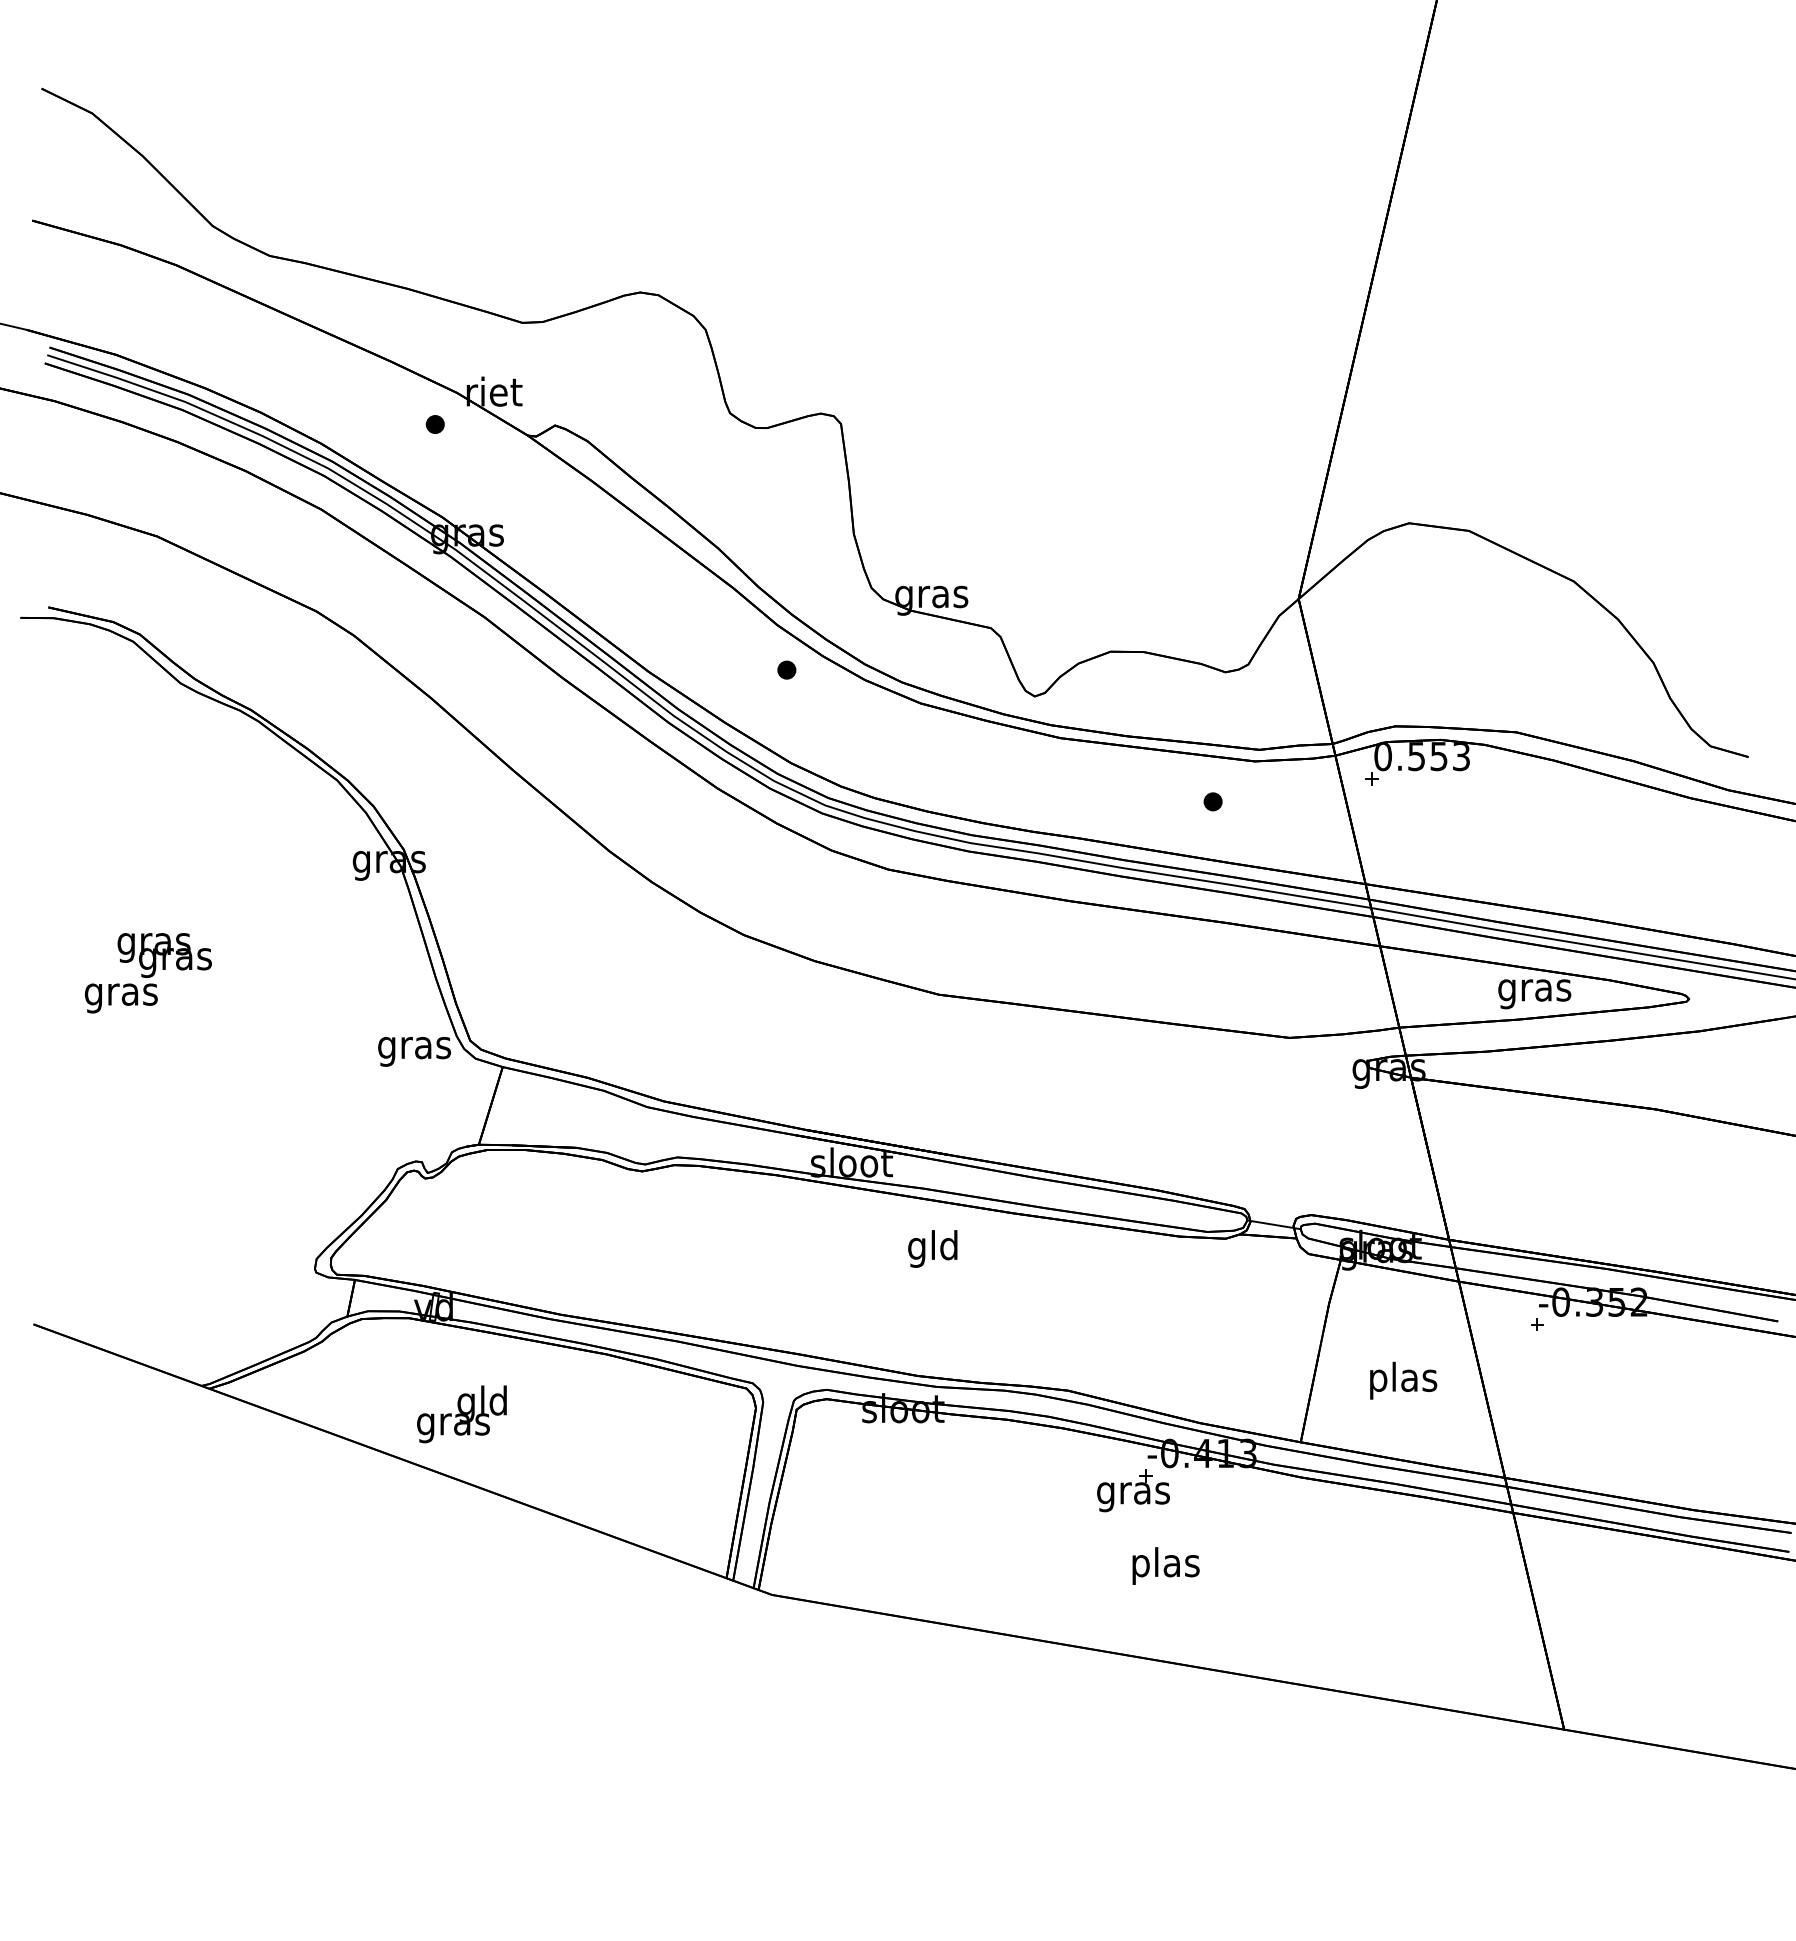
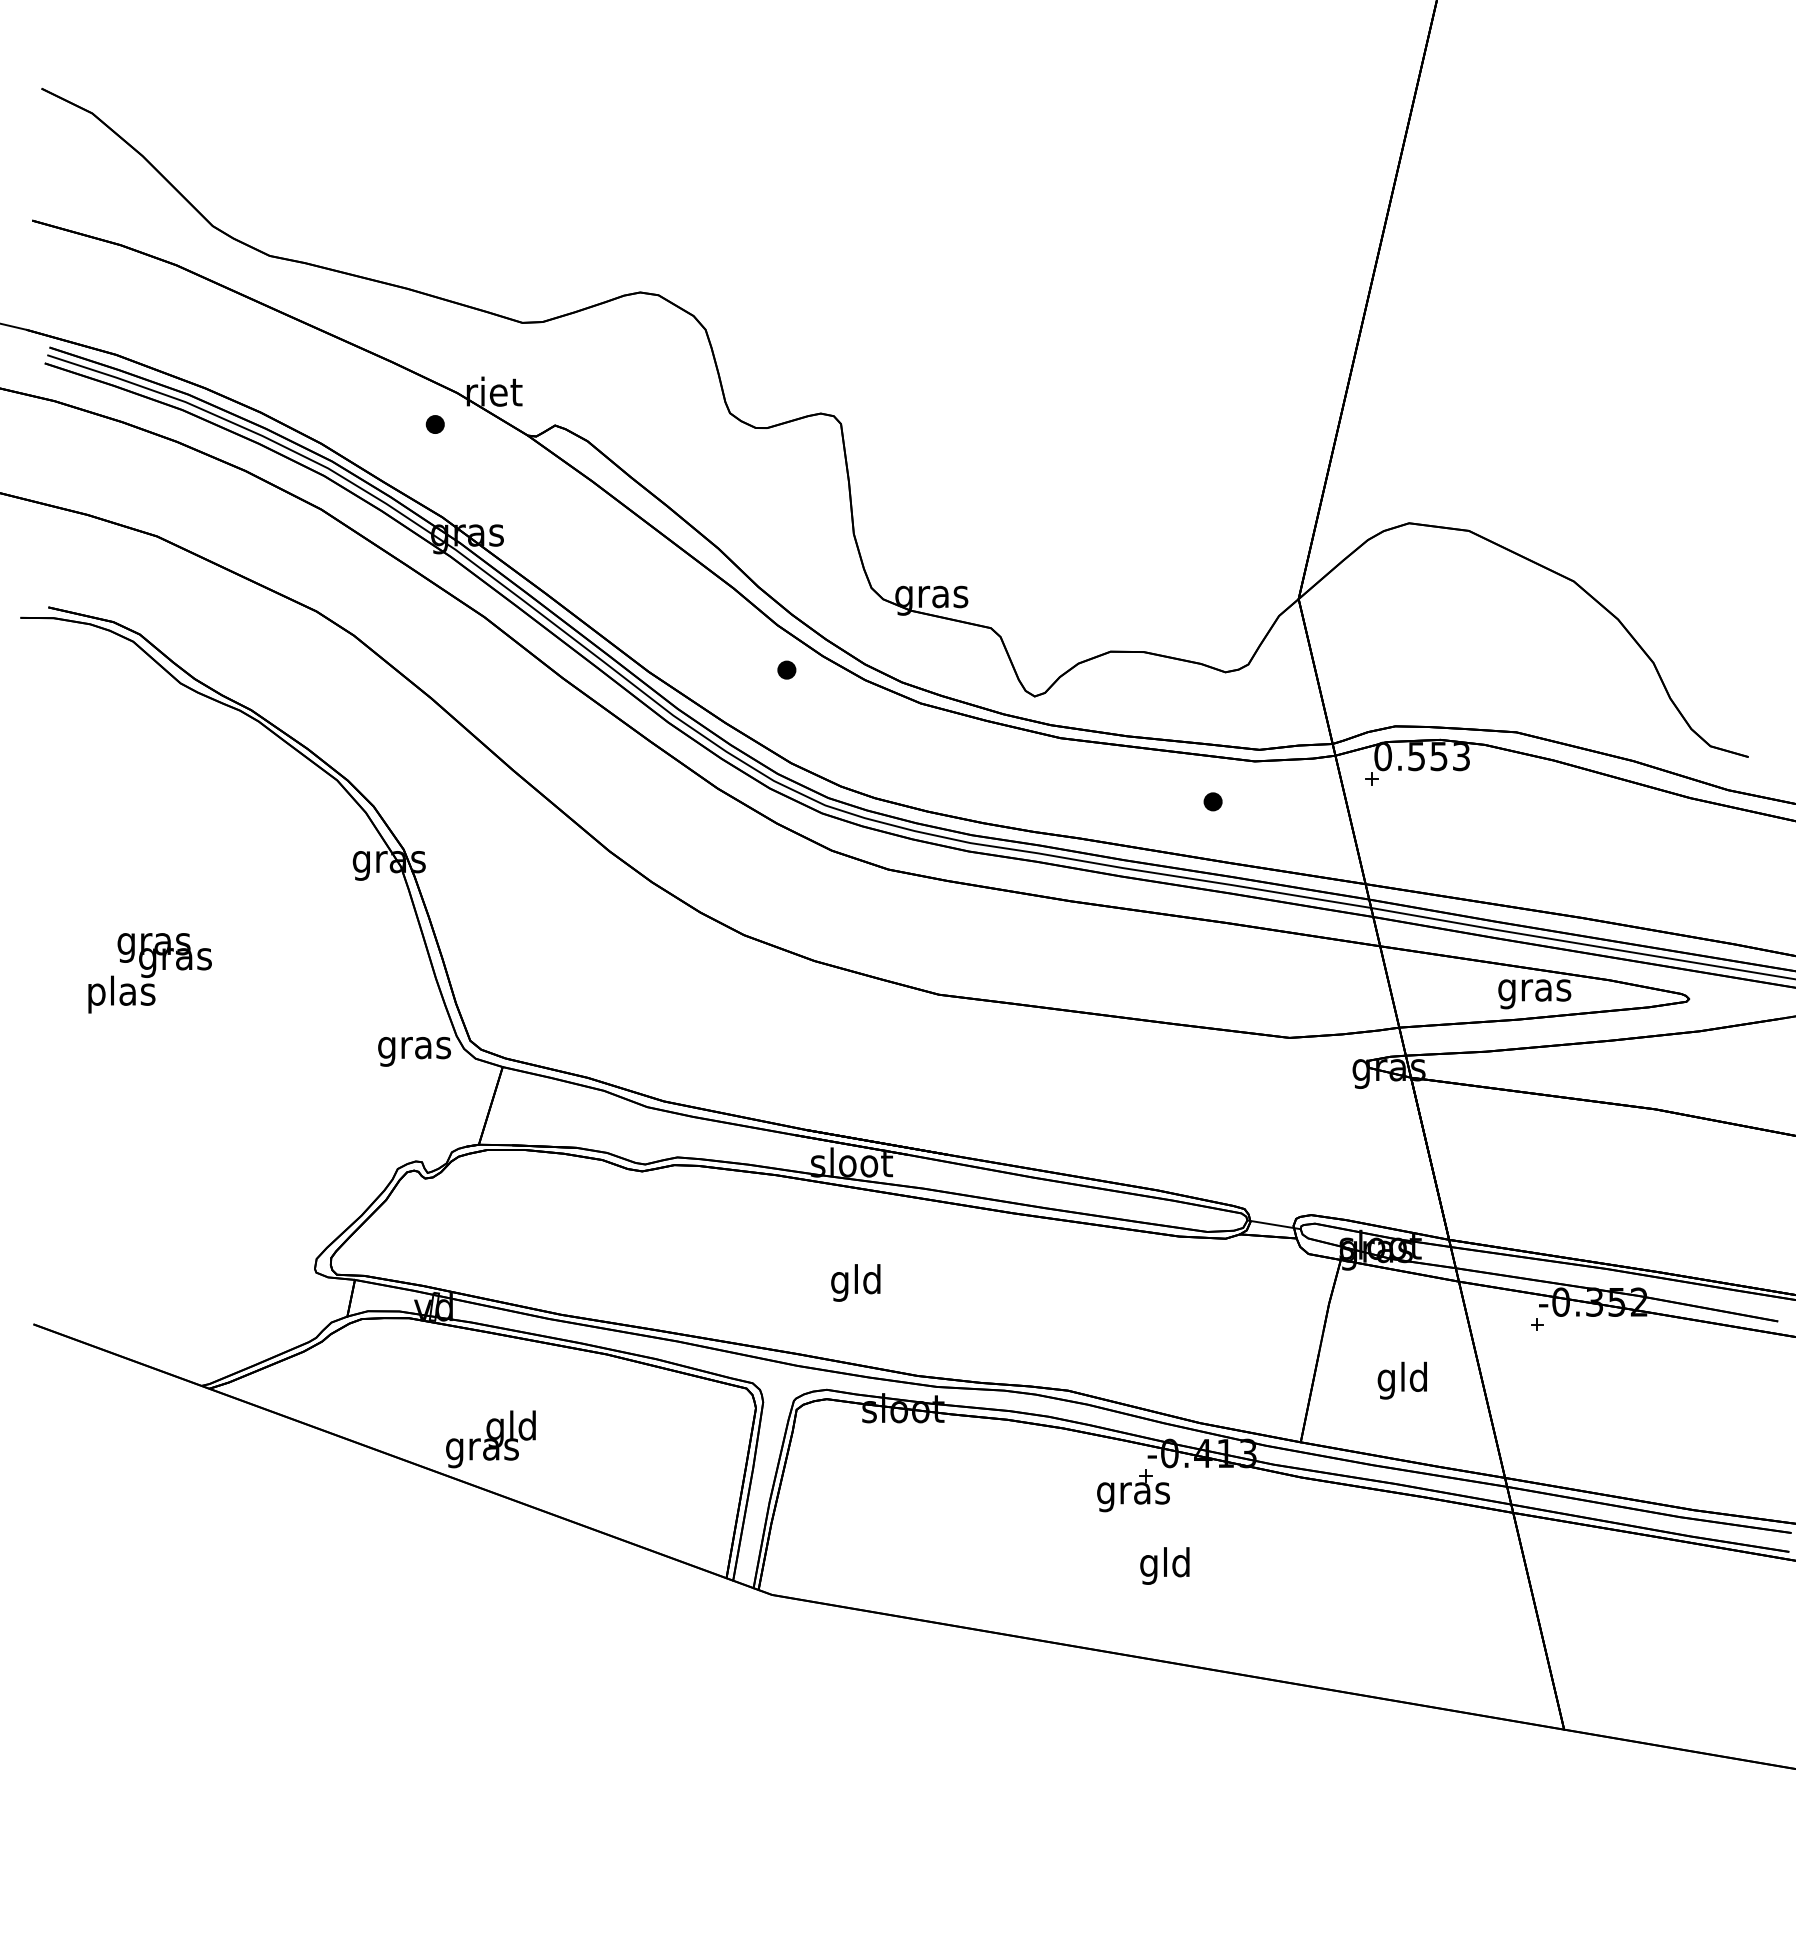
text at (120, 994): gras -> plas
text at (932, 1248) position: (932, 1248) -> (855, 1282)
text at (1403, 1380): plas -> gld
text at (461, 1414) position: (461, 1414) -> (490, 1439)
text at (1165, 1565): plas -> gld
